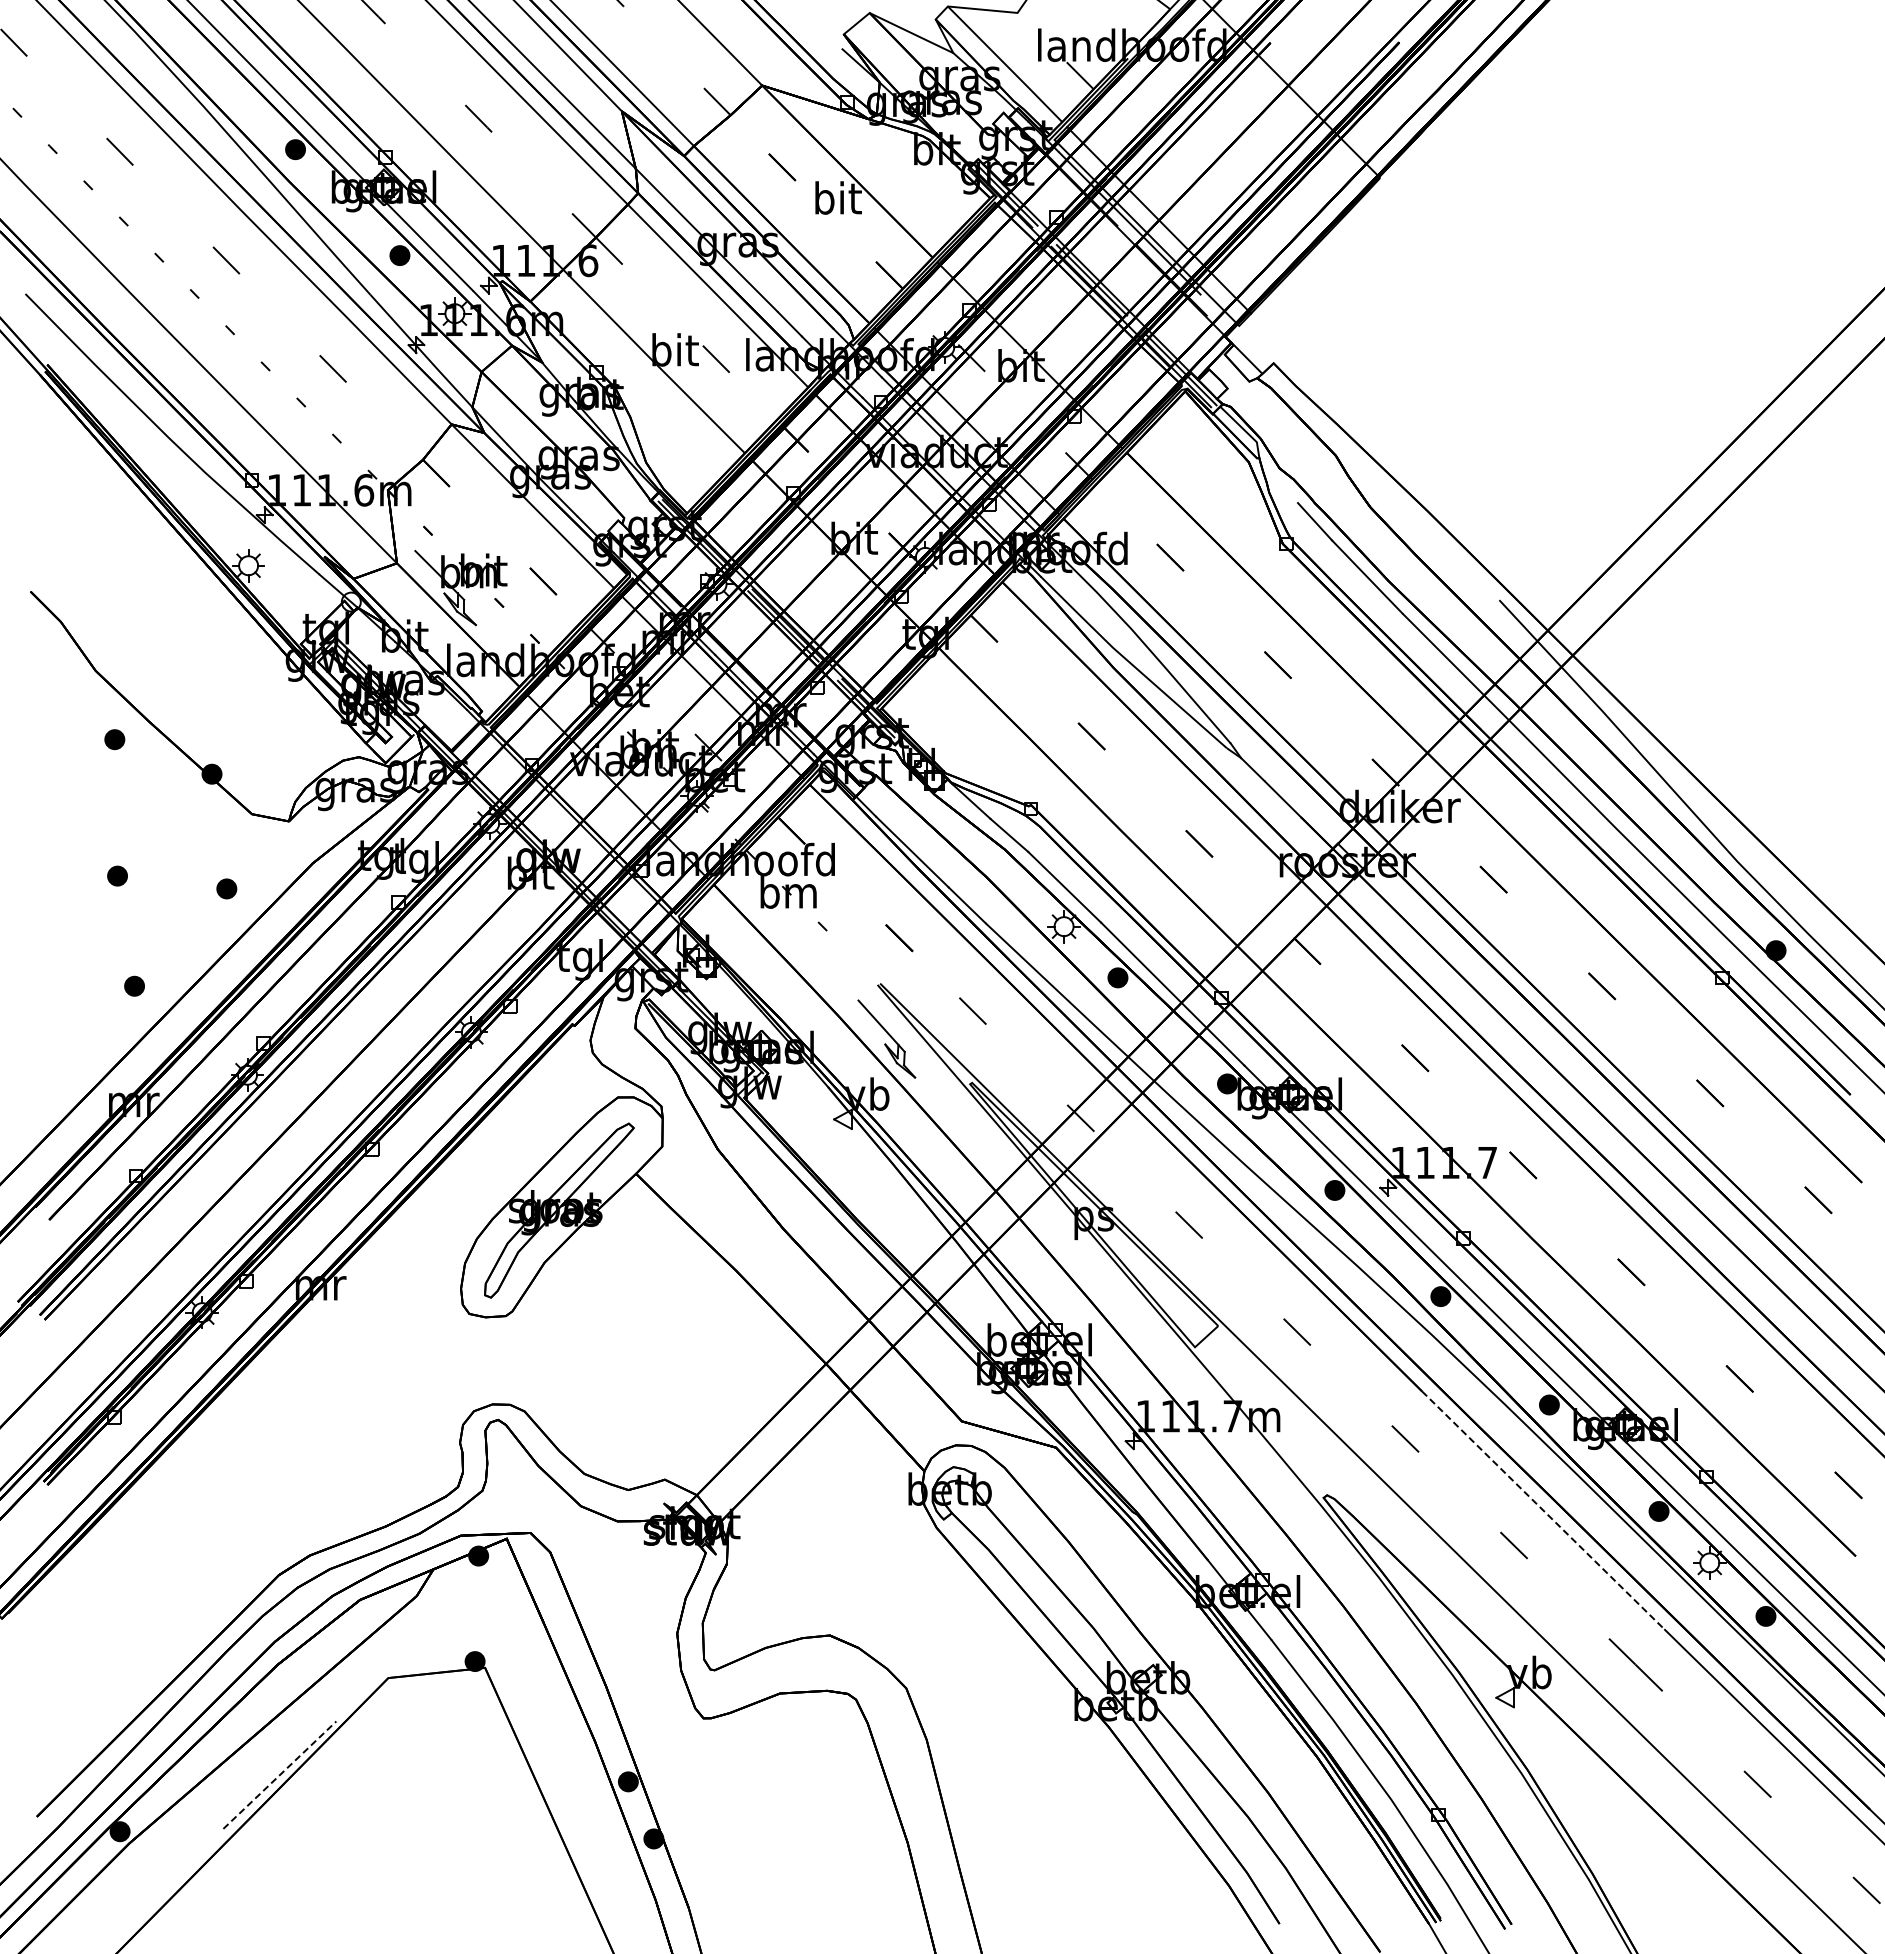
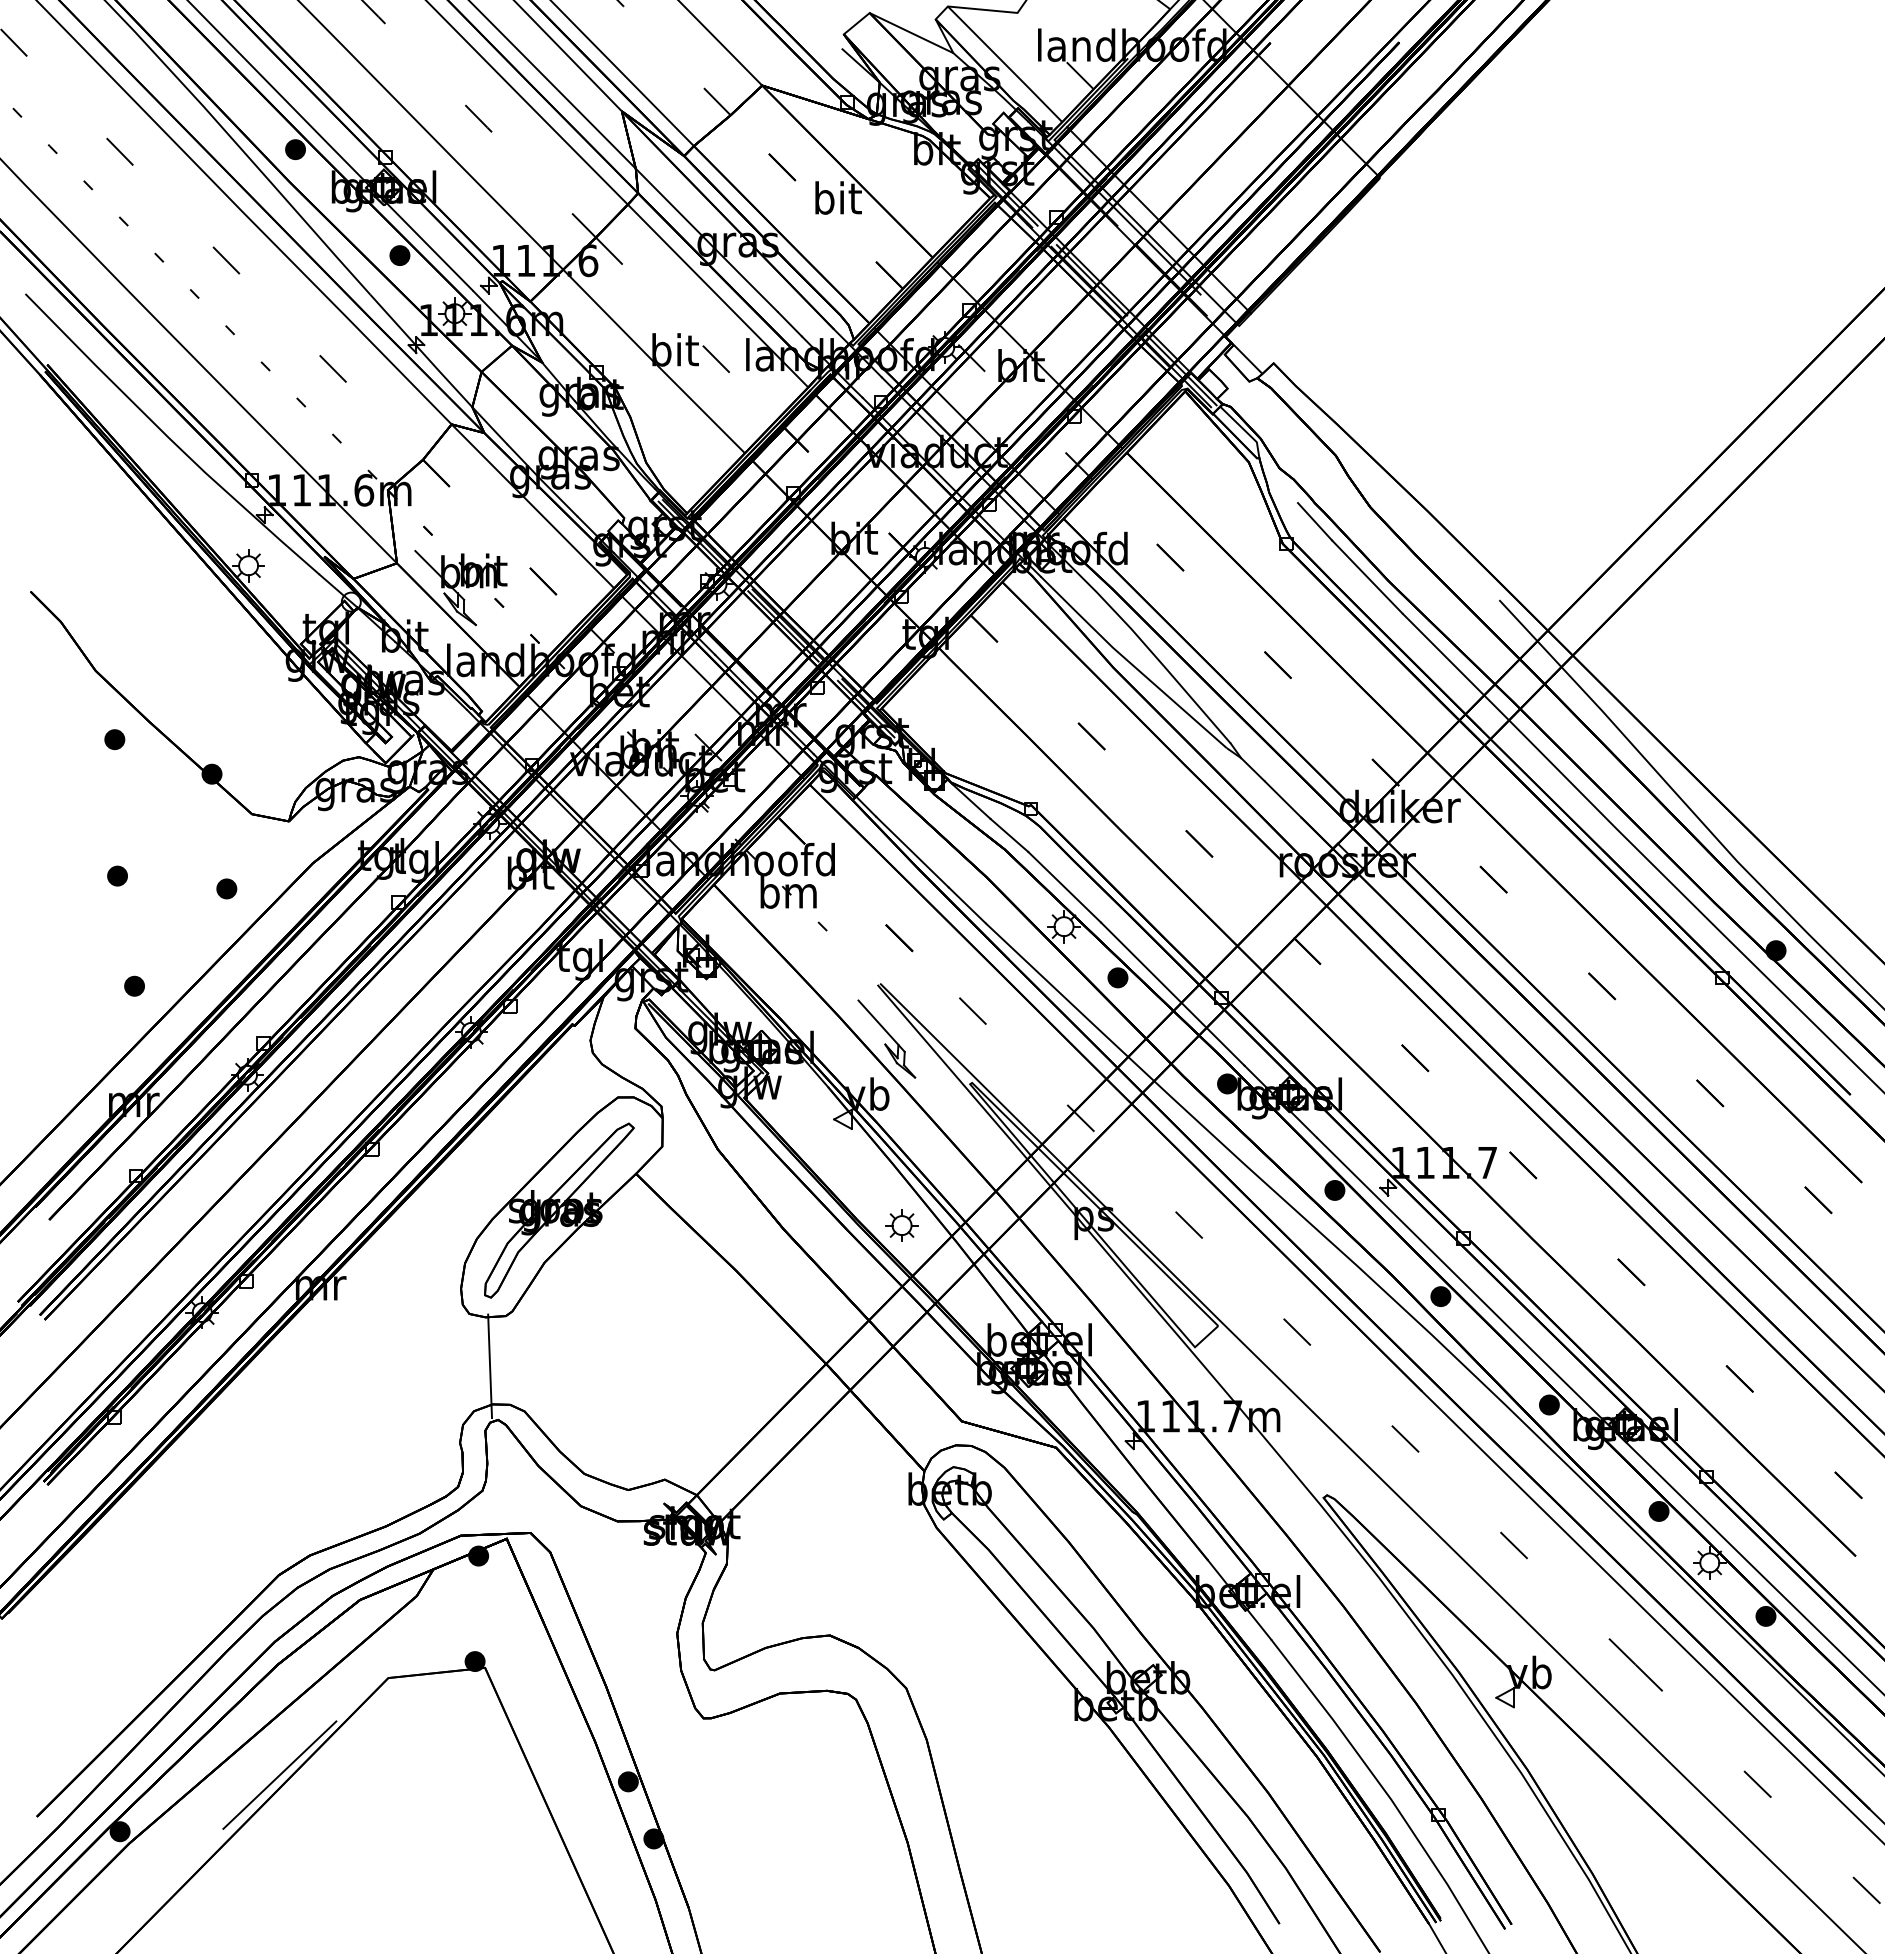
part at (901, 1225): none -> present
line at (490, 1366): none -> present
line at (1543, 1510): dashed -> solid
line at (279, 1775): dashed -> solid
